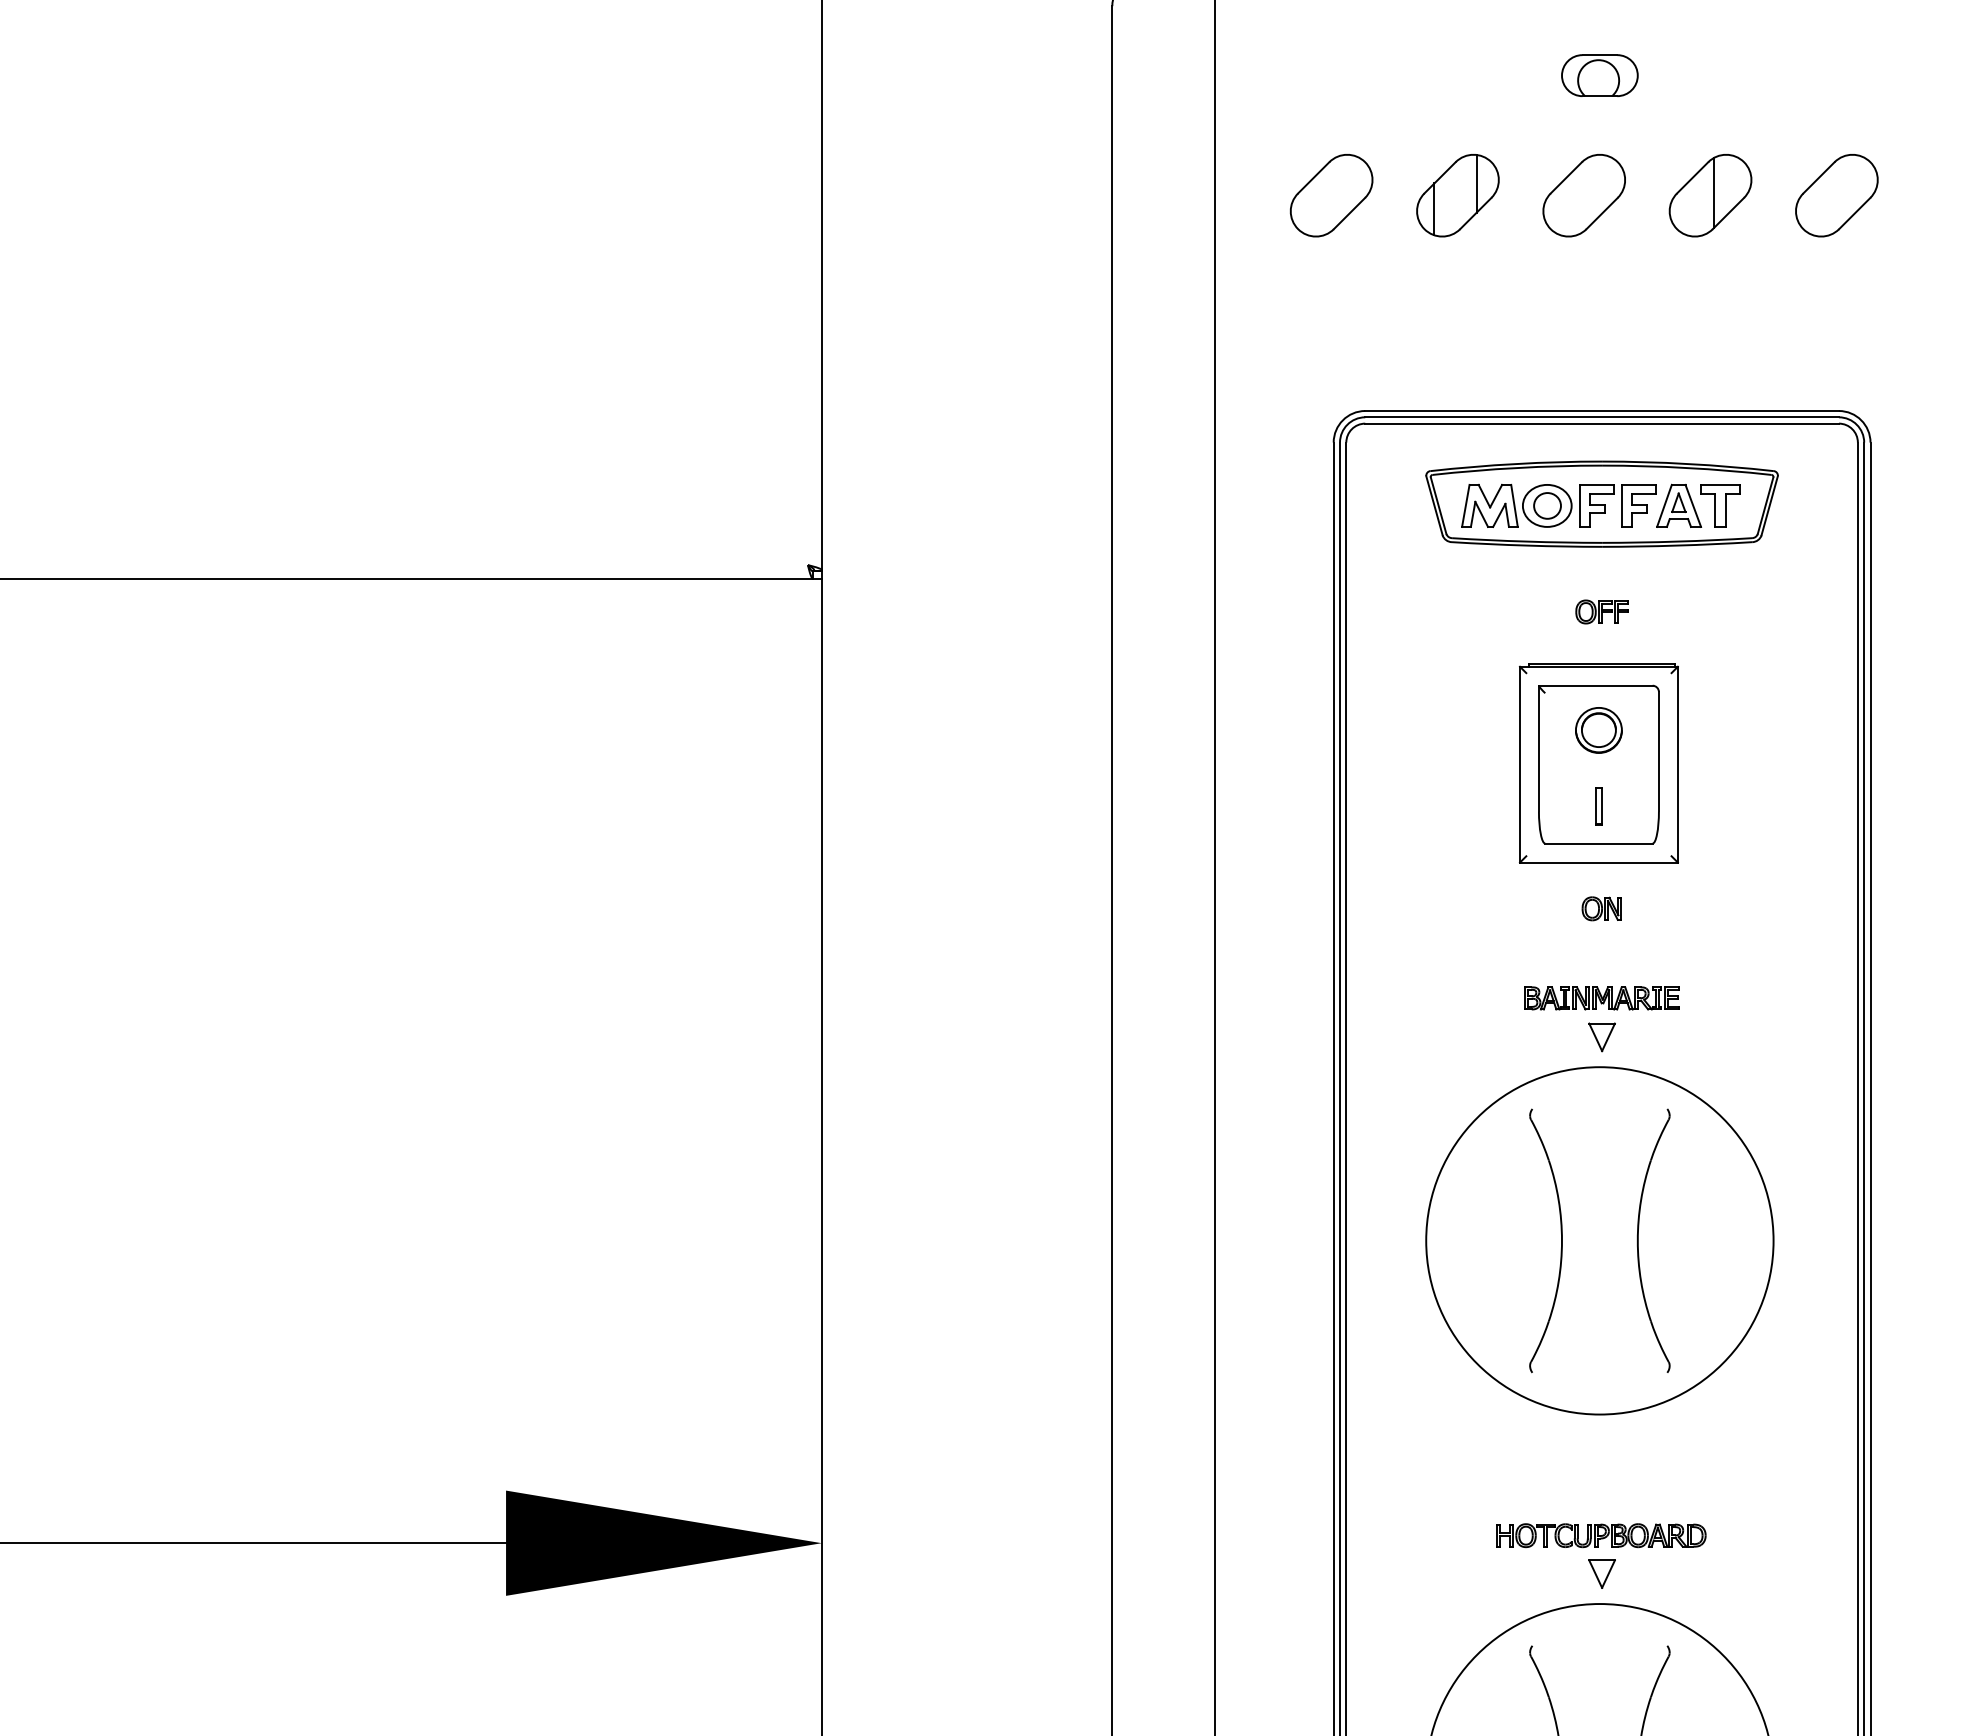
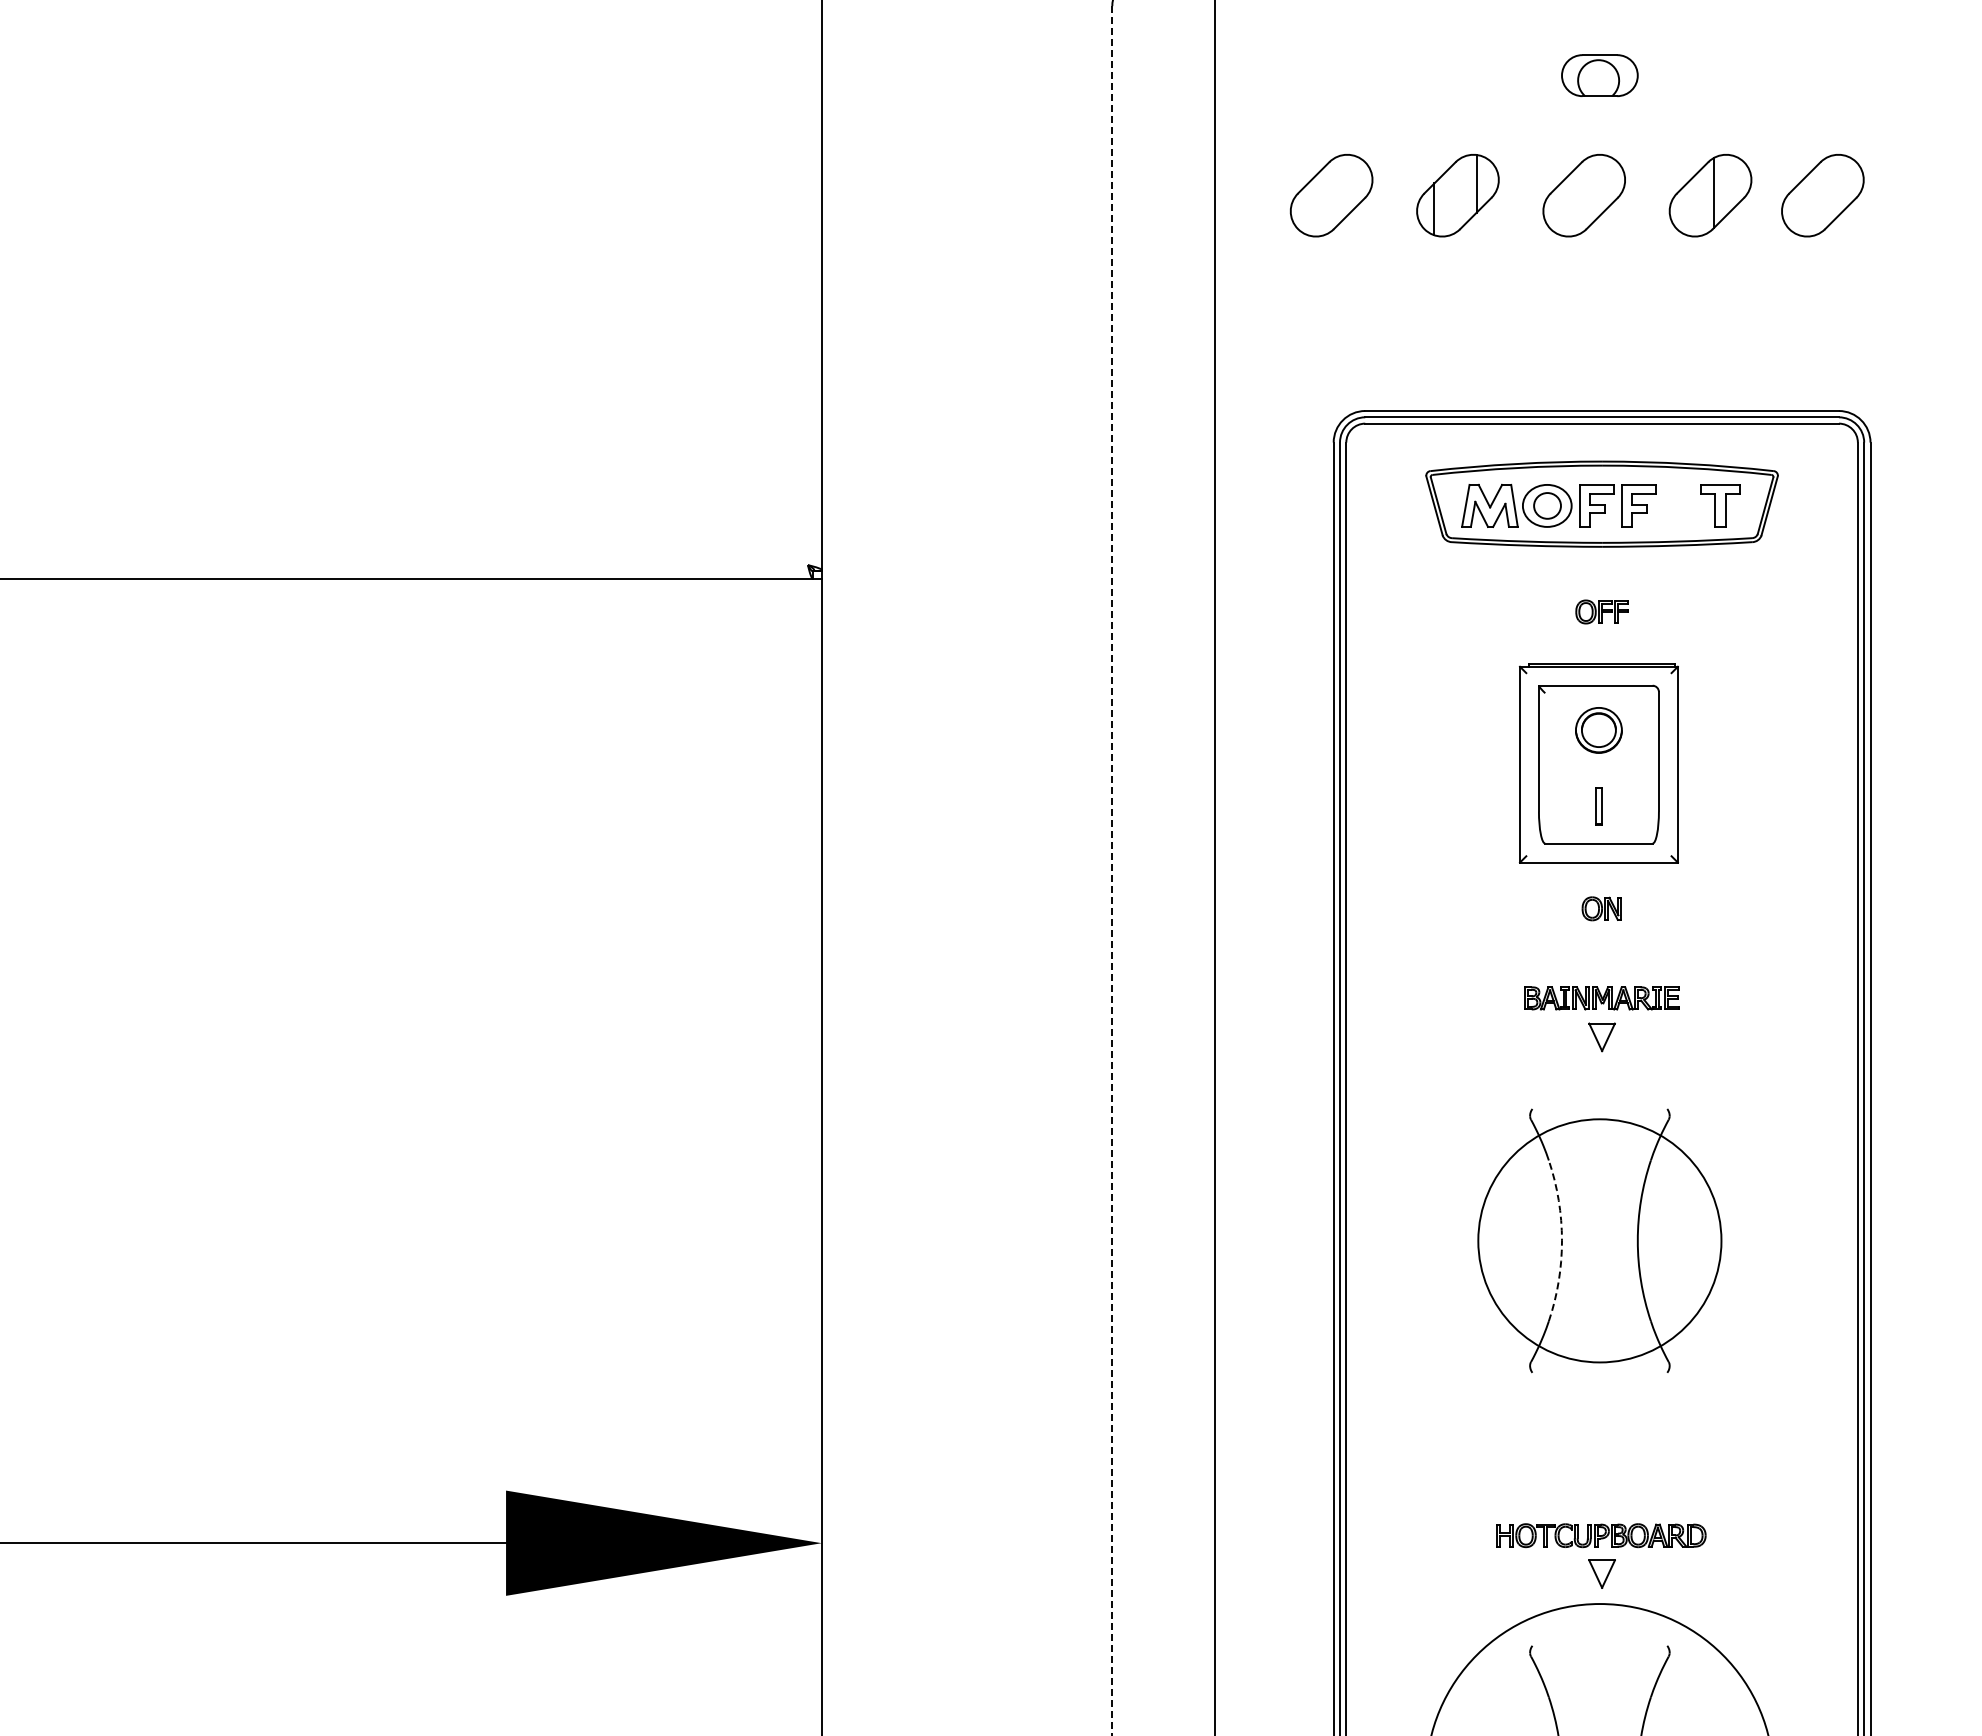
part at (1836, 195) position: (1836, 195) -> (1822, 195)
part at (1679, 505): present -> none
line at (1112, 871): solid -> dashed
arc at (1562, 1240): solid -> dashed
circle at (1599, 1240) diameter: 347 px -> 243 px
